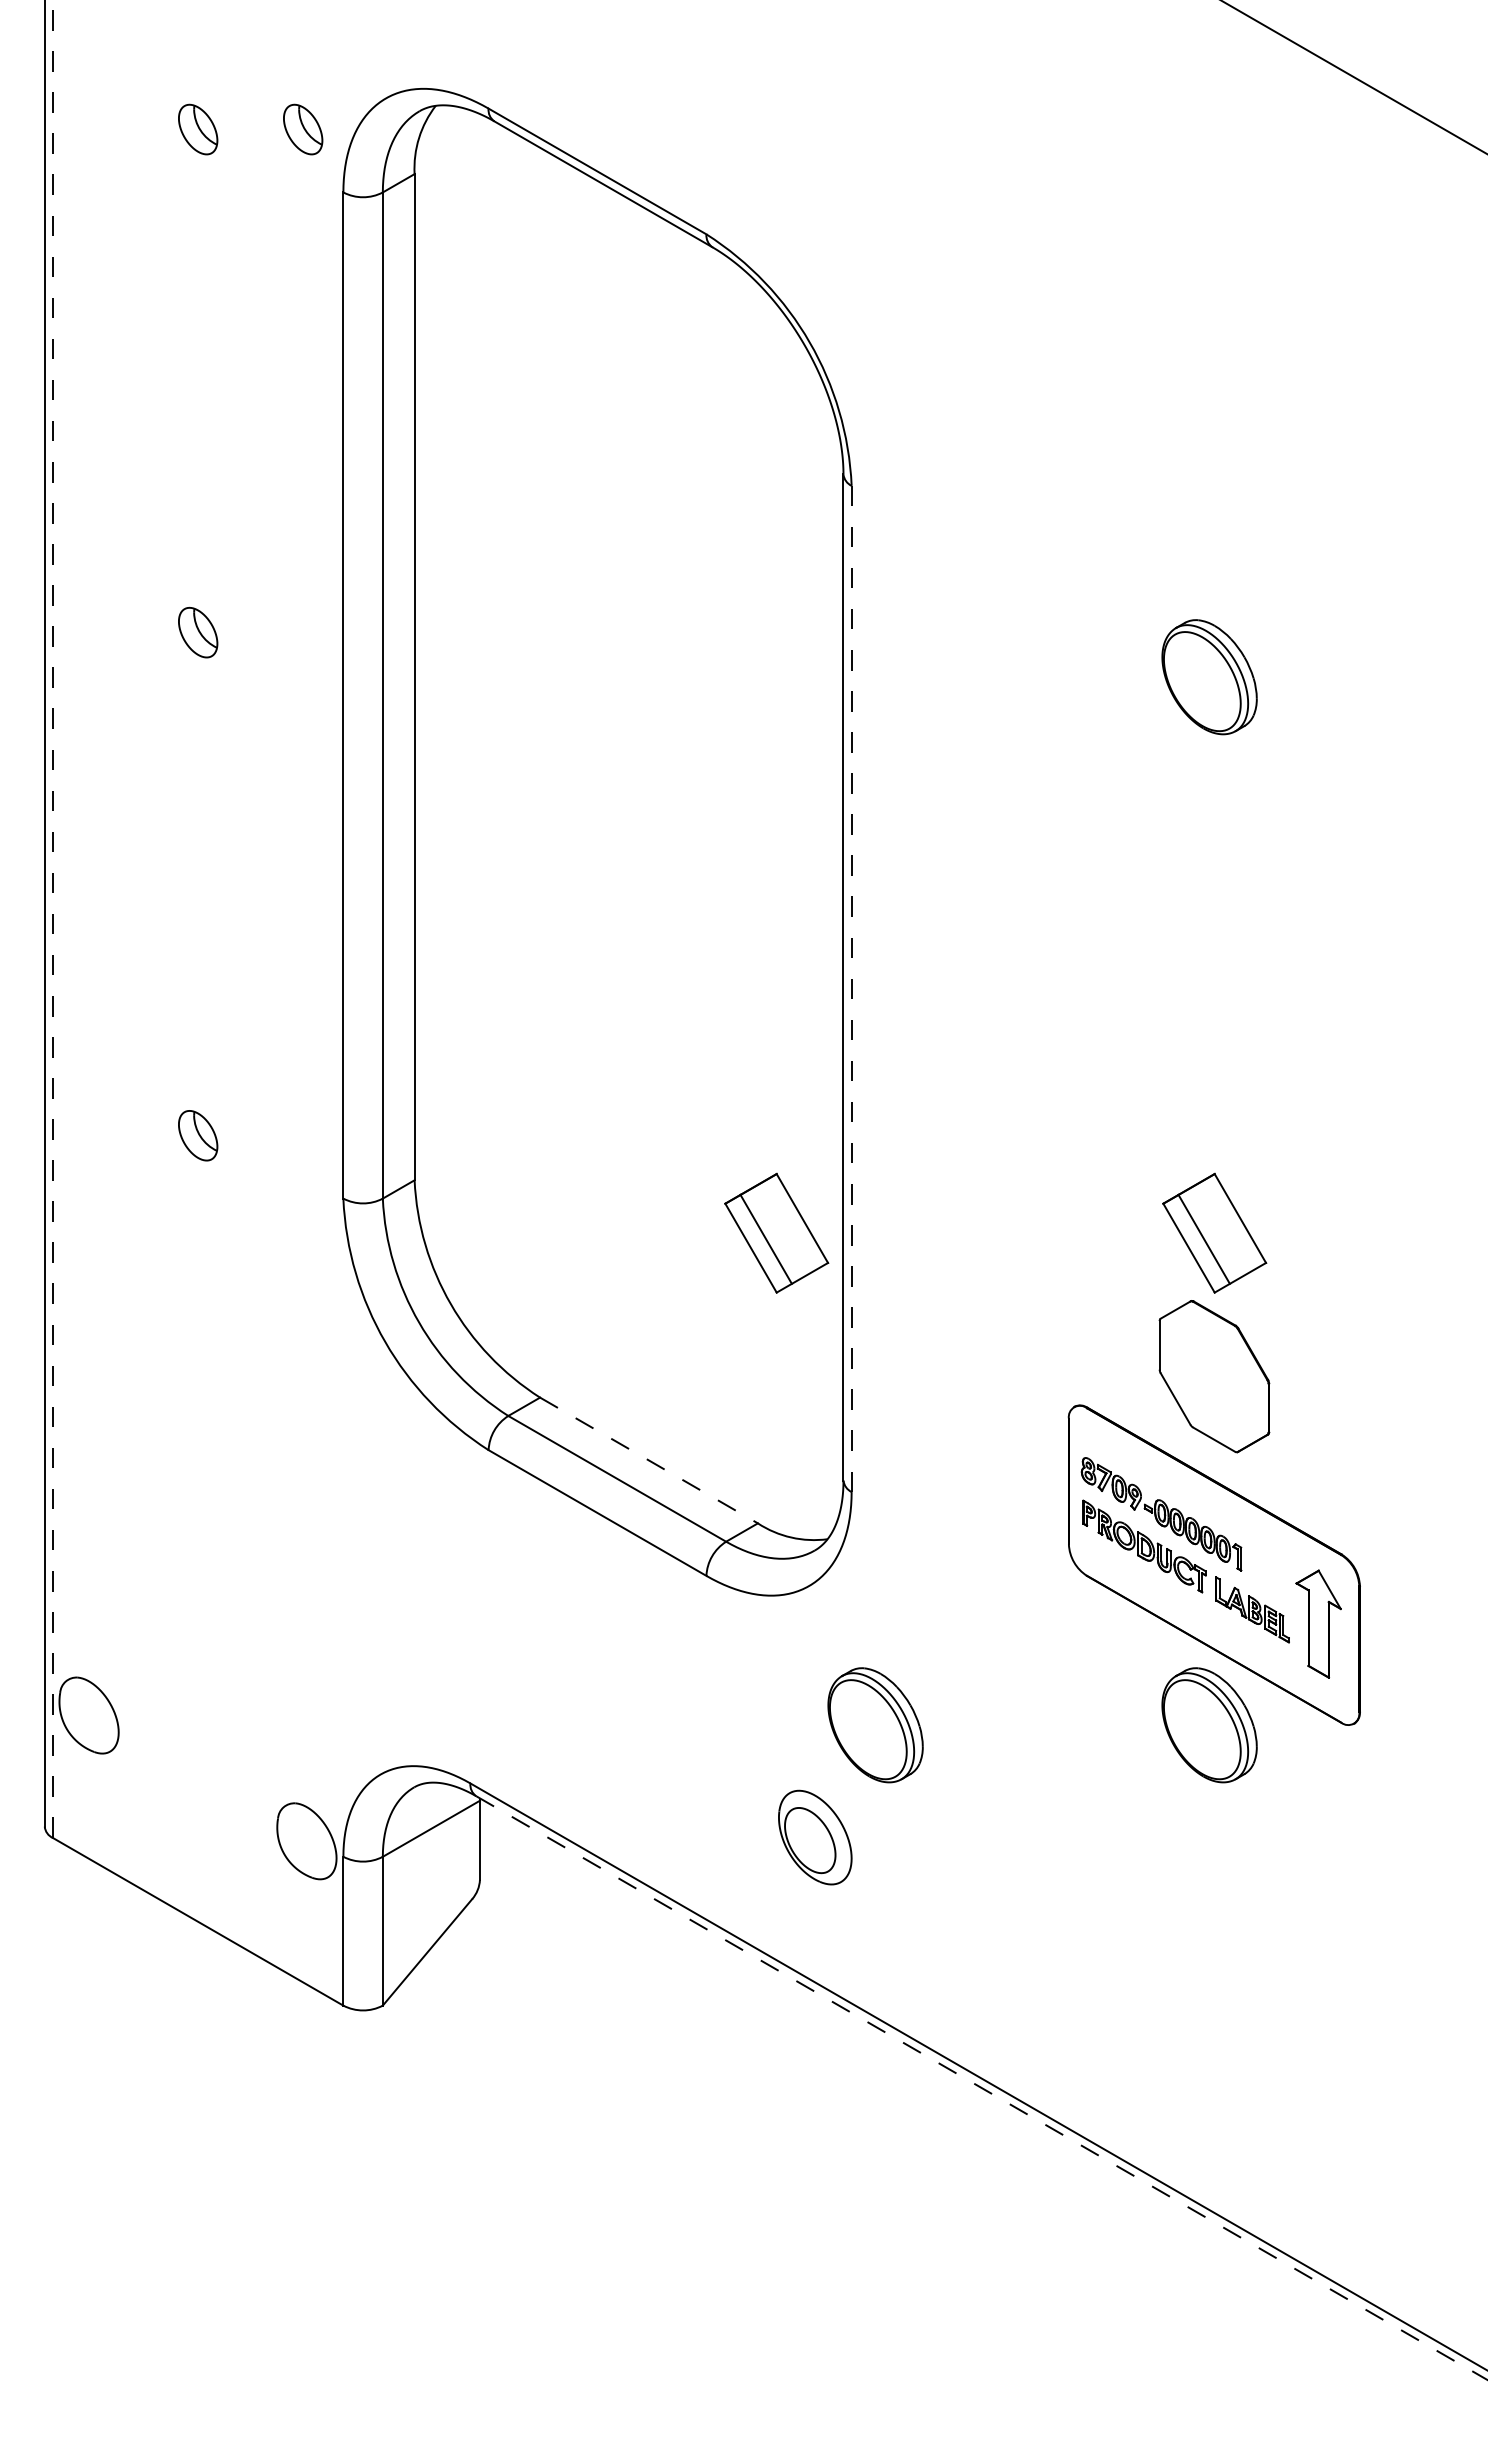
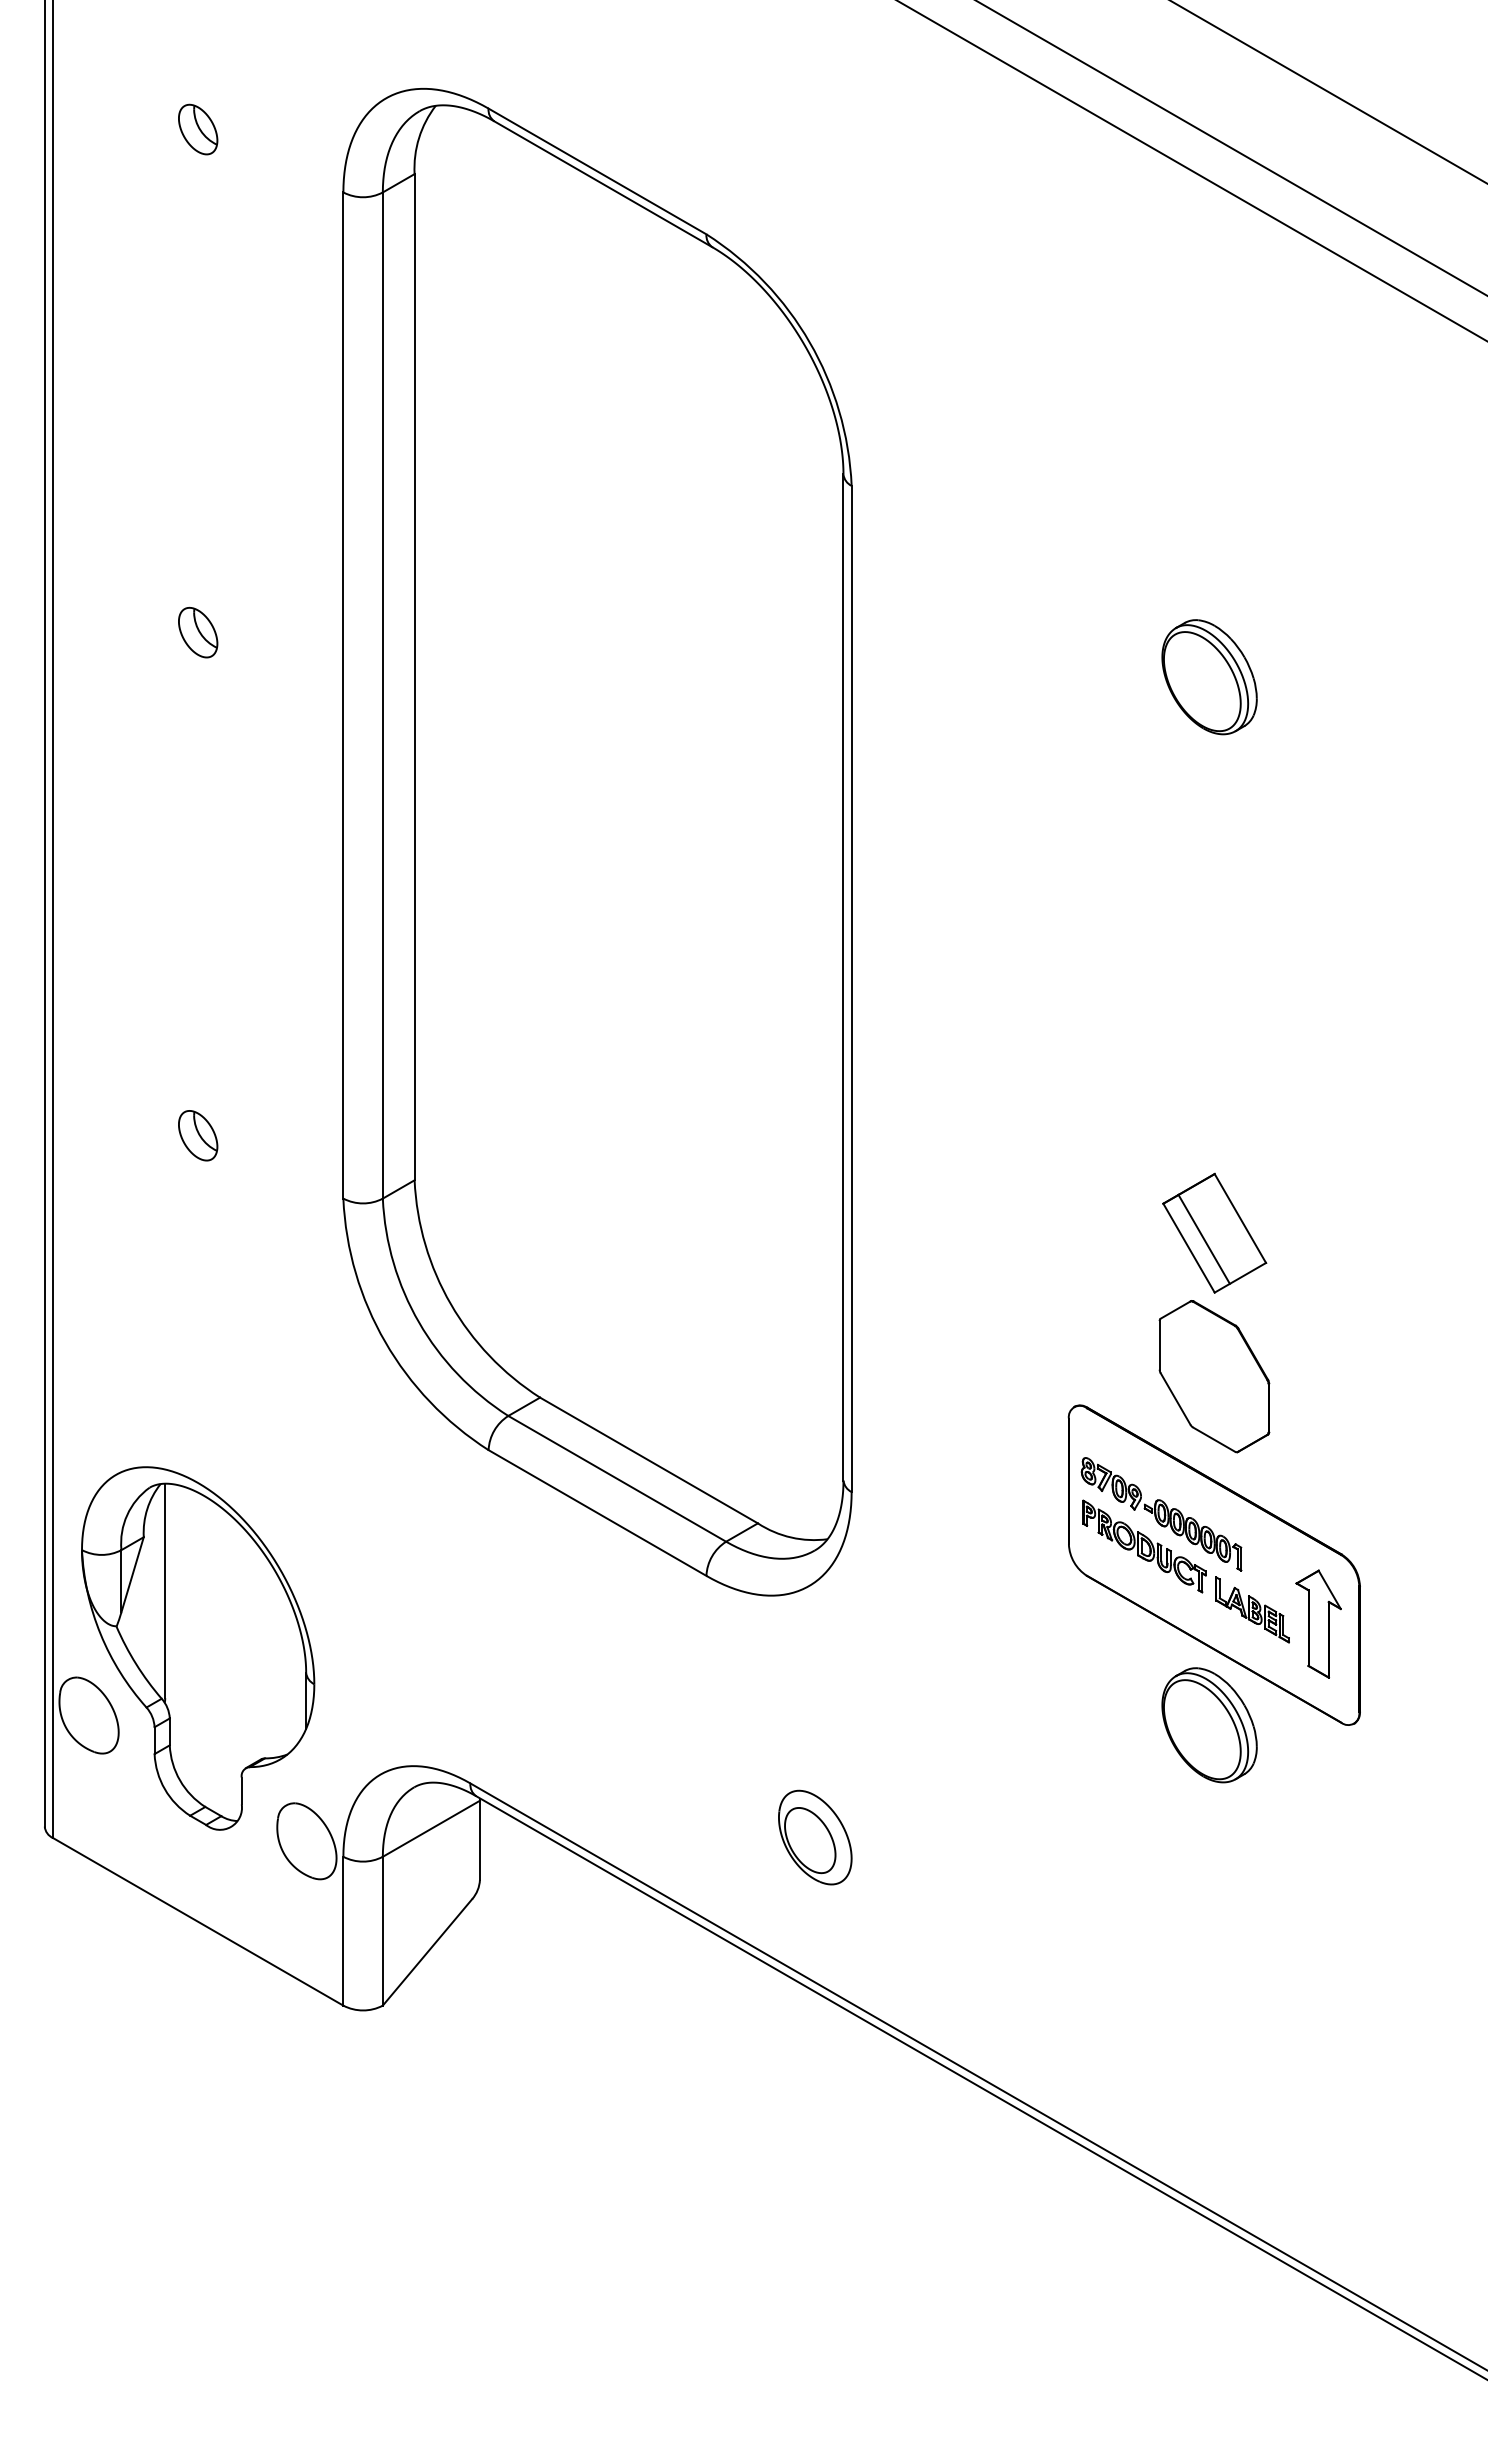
line at (1354, 77) position: (1354, 77) -> (1328, 92)
part at (303, 129): present -> none
line at (1231, 148): none -> present
line at (1192, 170): none -> present
line at (52, 919): dashed -> solid
line at (851, 988): dashed -> solid
part at (776, 1232): present -> none
line at (649, 1460): dashed -> solid
part at (198, 1648): none -> present
part at (875, 1725): present -> none
line at (981, 2088): dashed -> solid
